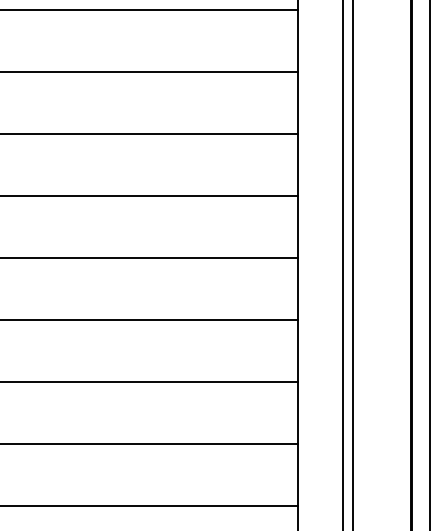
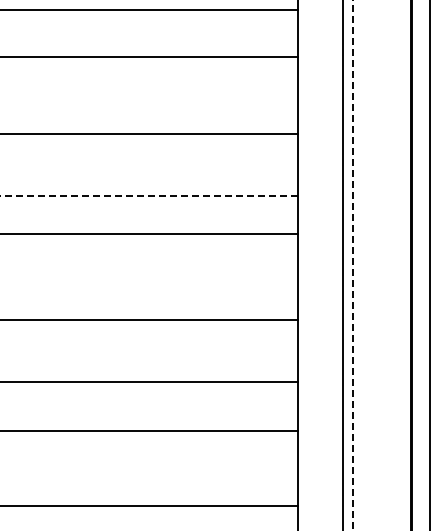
line at (149, 72) position: (149, 72) -> (149, 57)
line at (149, 196): solid -> dashed
line at (149, 258) position: (149, 258) -> (149, 234)
line at (352, 265): solid -> dashed
line at (149, 443) position: (149, 443) -> (149, 430)
